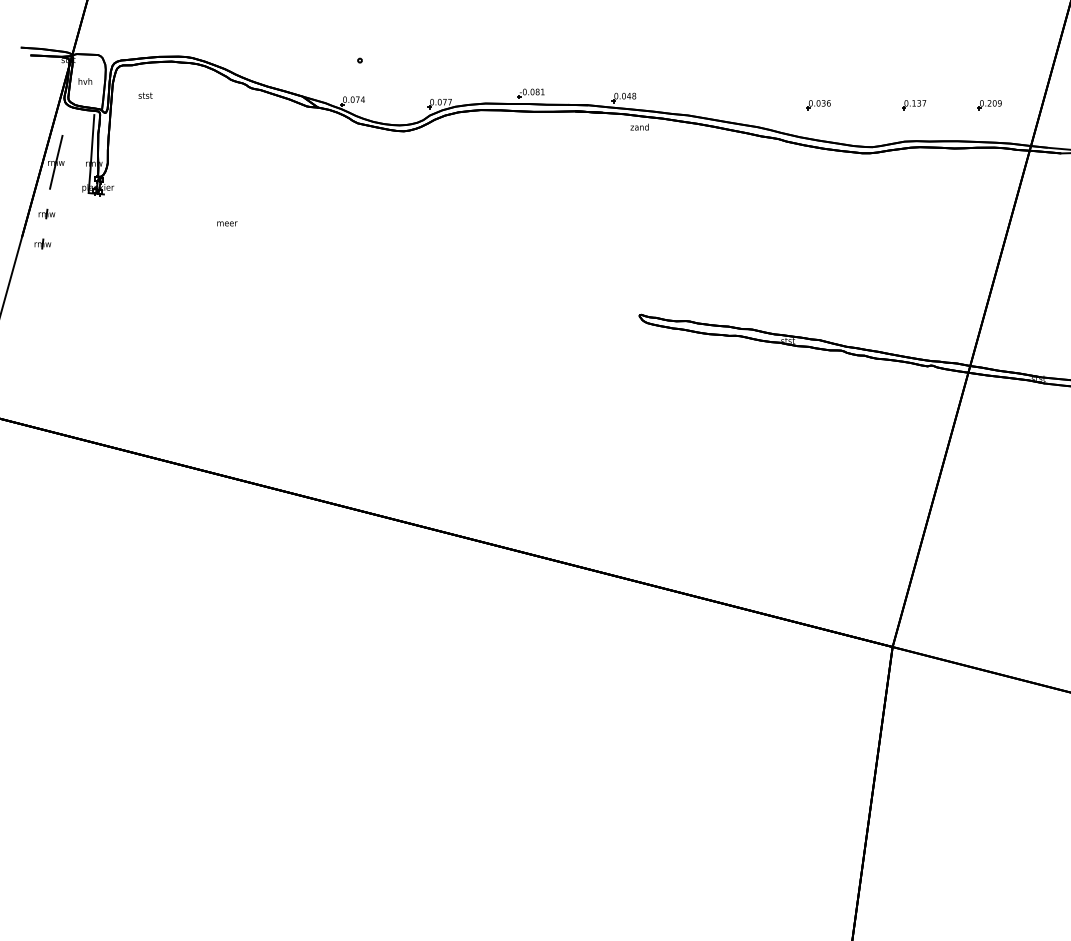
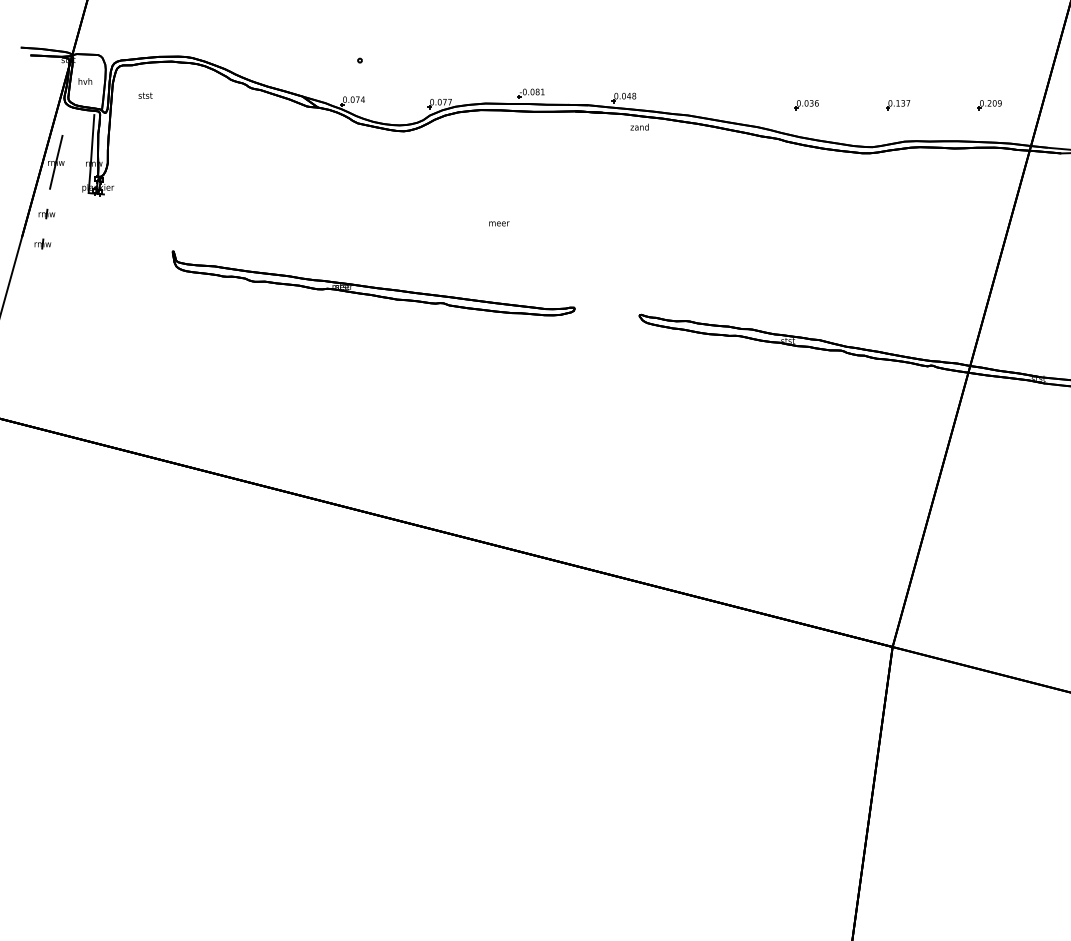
part at (818, 105) position: (818, 105) -> (806, 105)
part at (914, 105) position: (914, 105) -> (898, 105)
text at (227, 223) position: (227, 223) -> (499, 223)
part at (373, 283): none -> present
